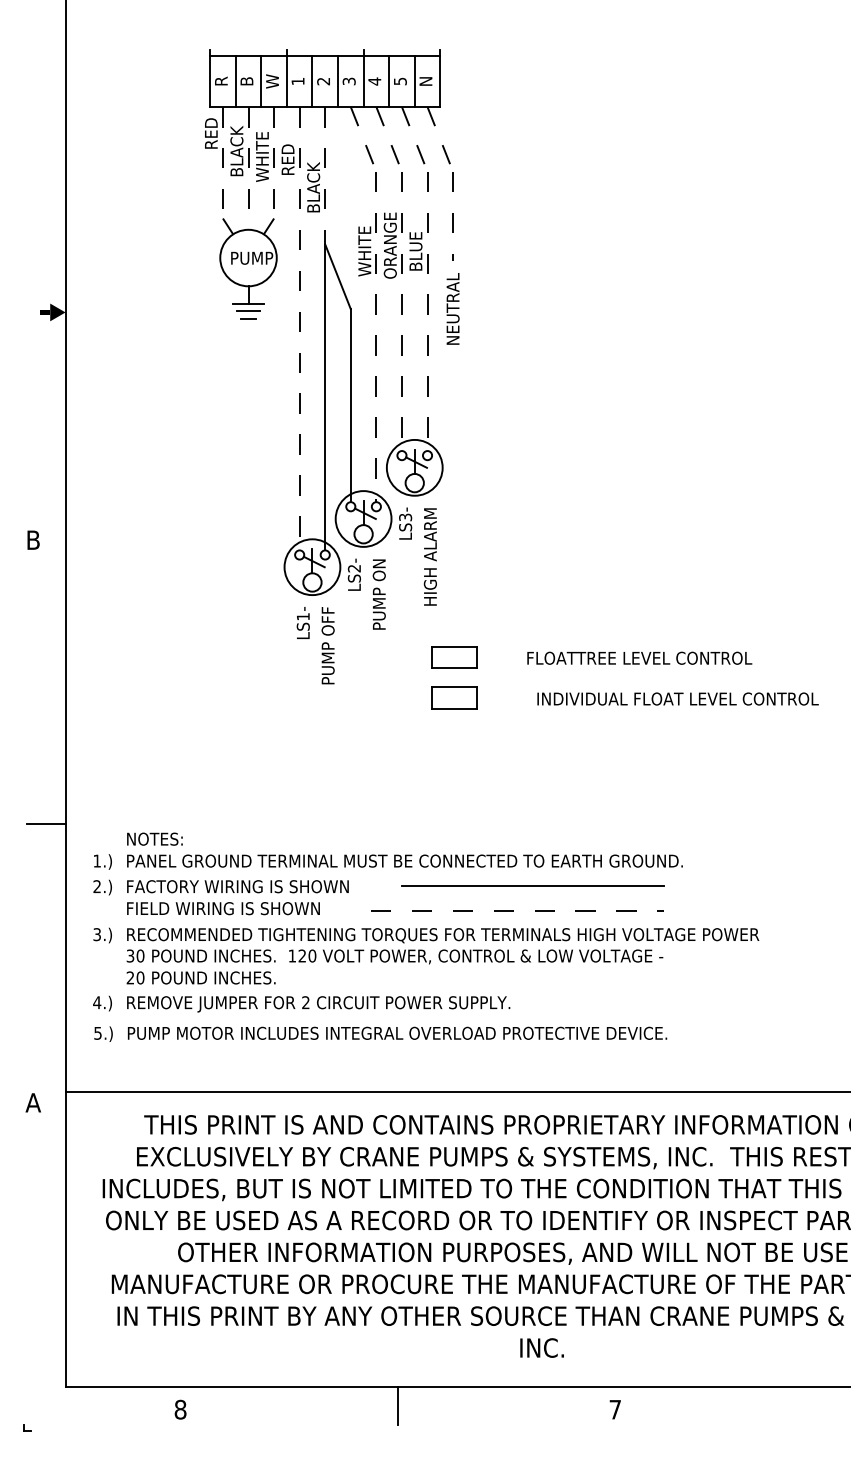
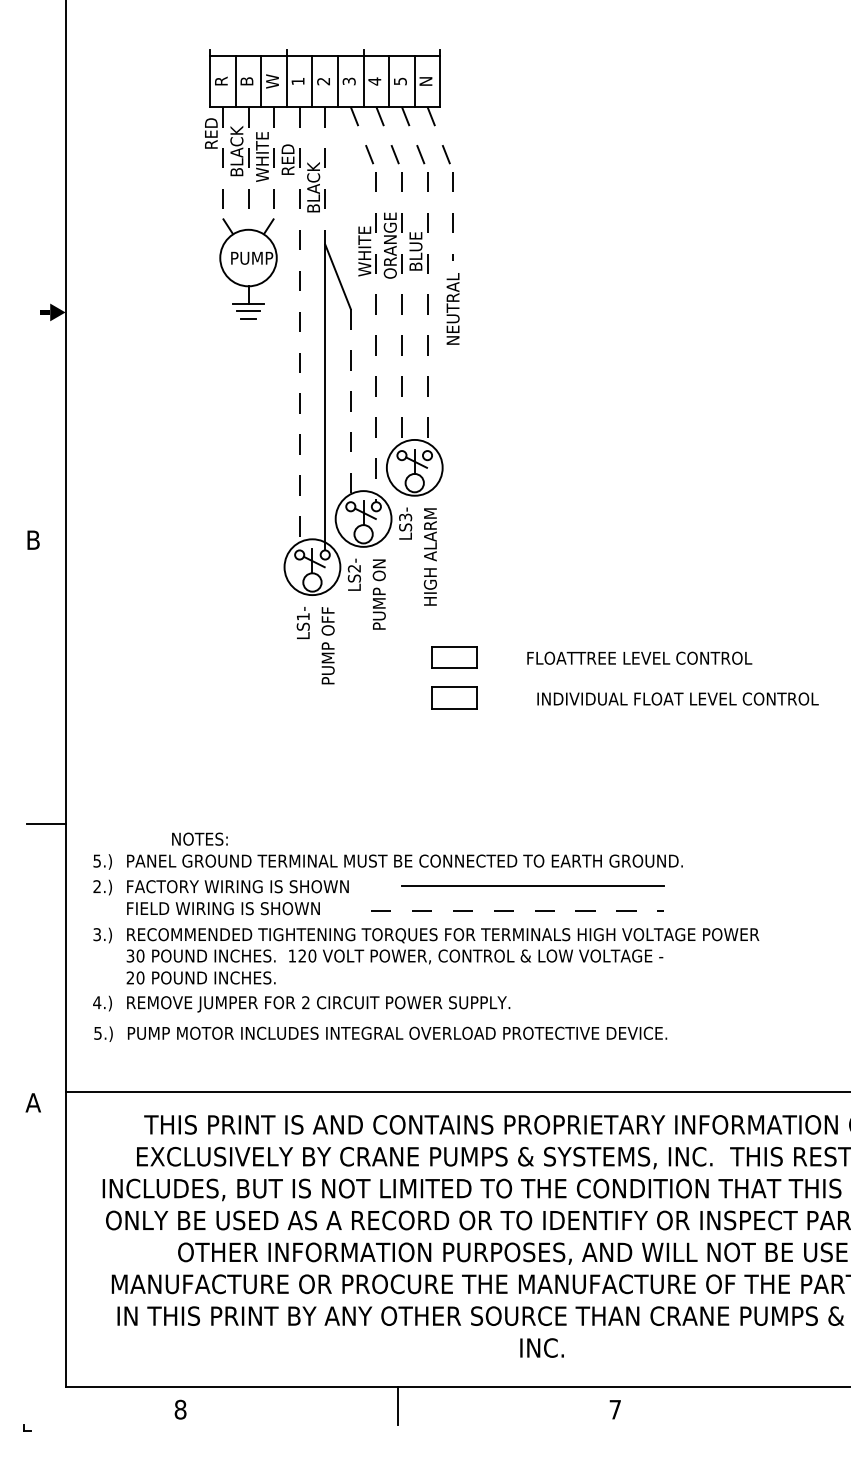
line at (350, 406): solid -> dashed
text at (154, 838) position: (154, 838) -> (199, 838)
text at (96, 860): 1.) -> 5.)
